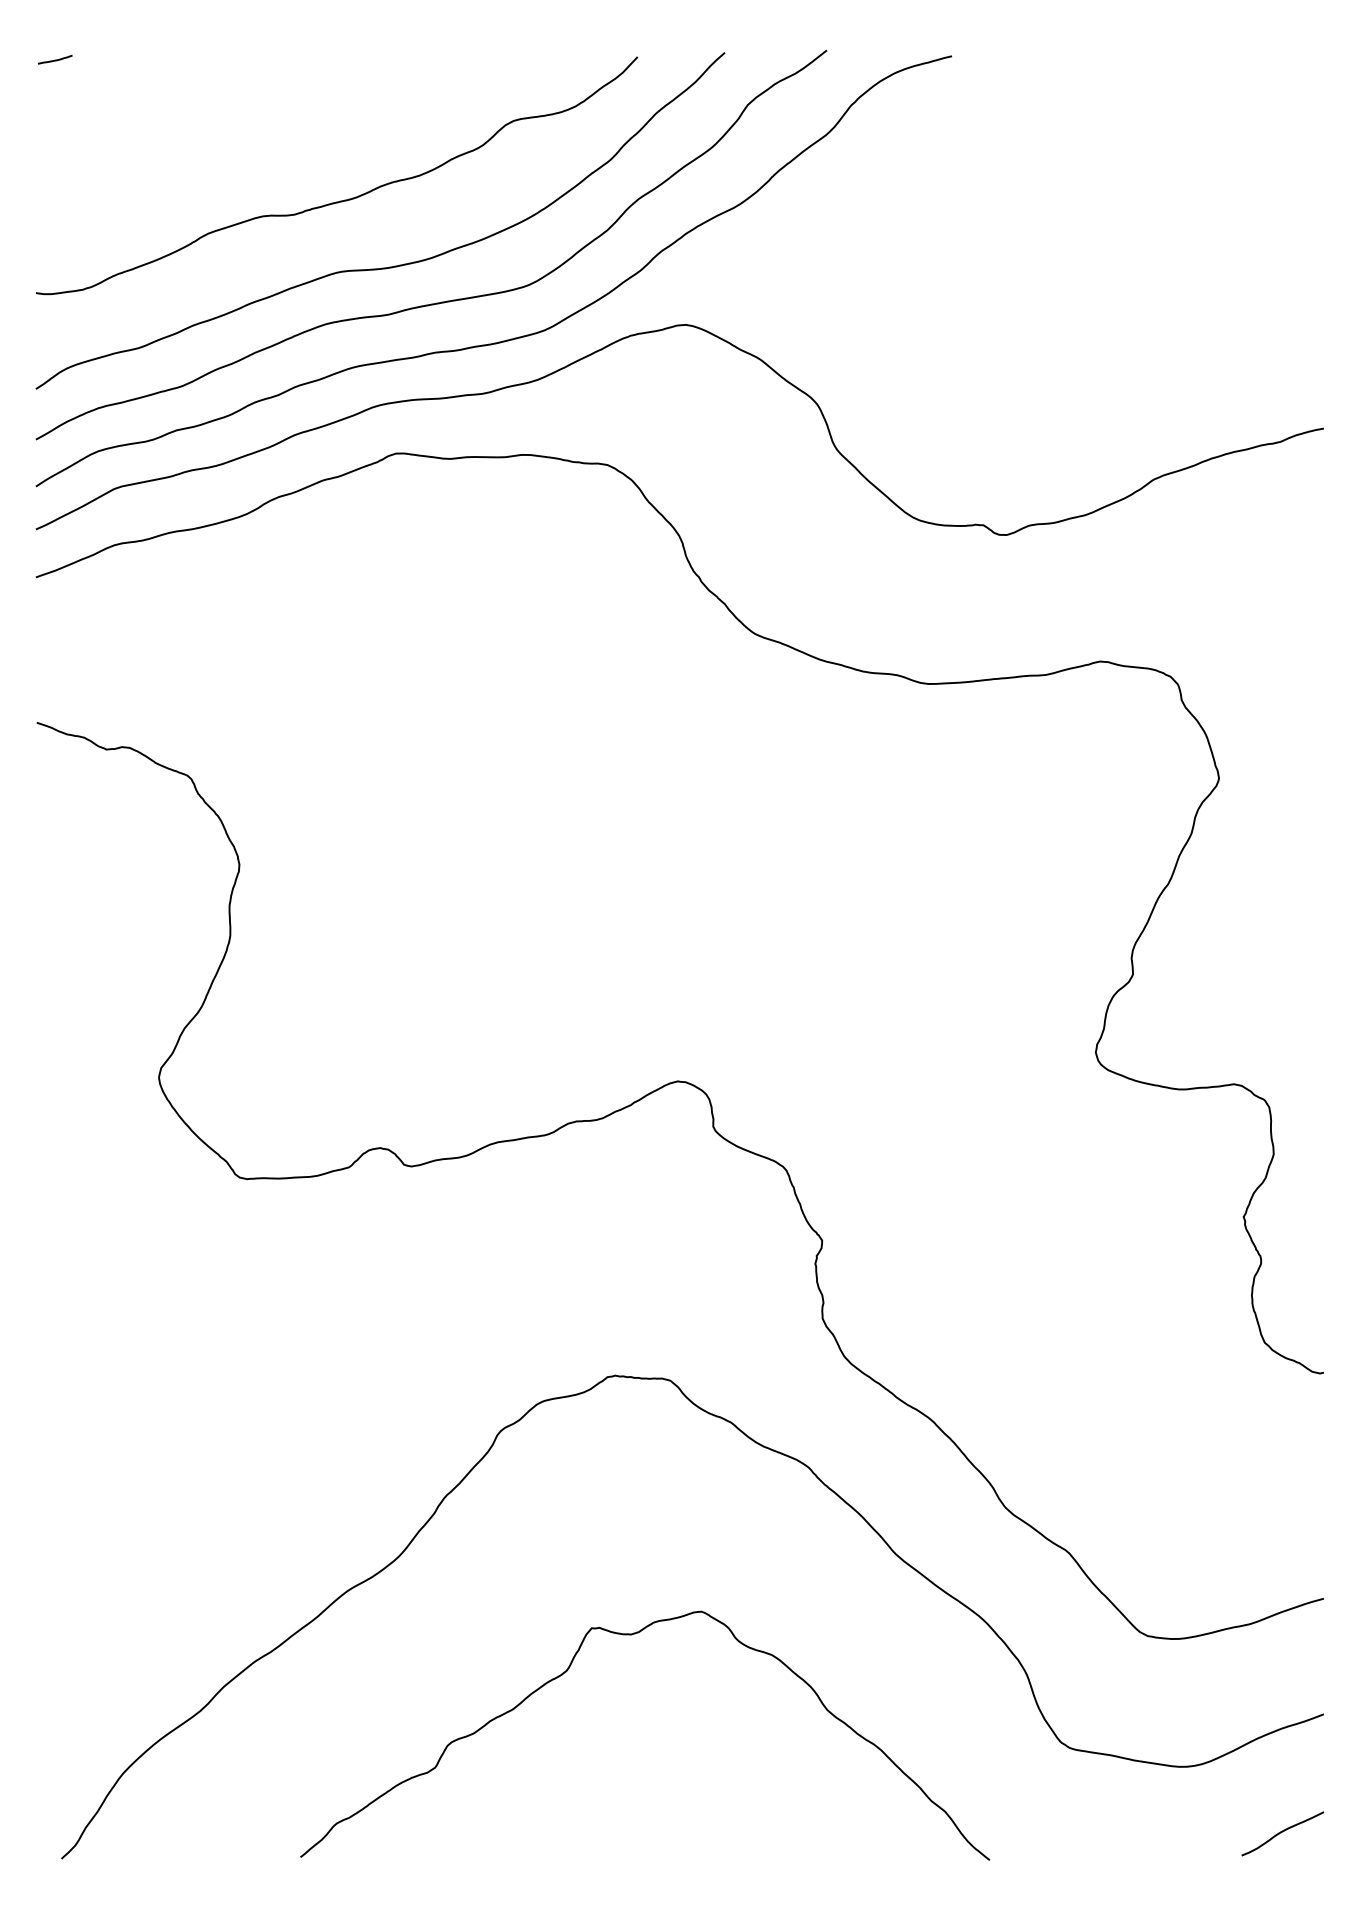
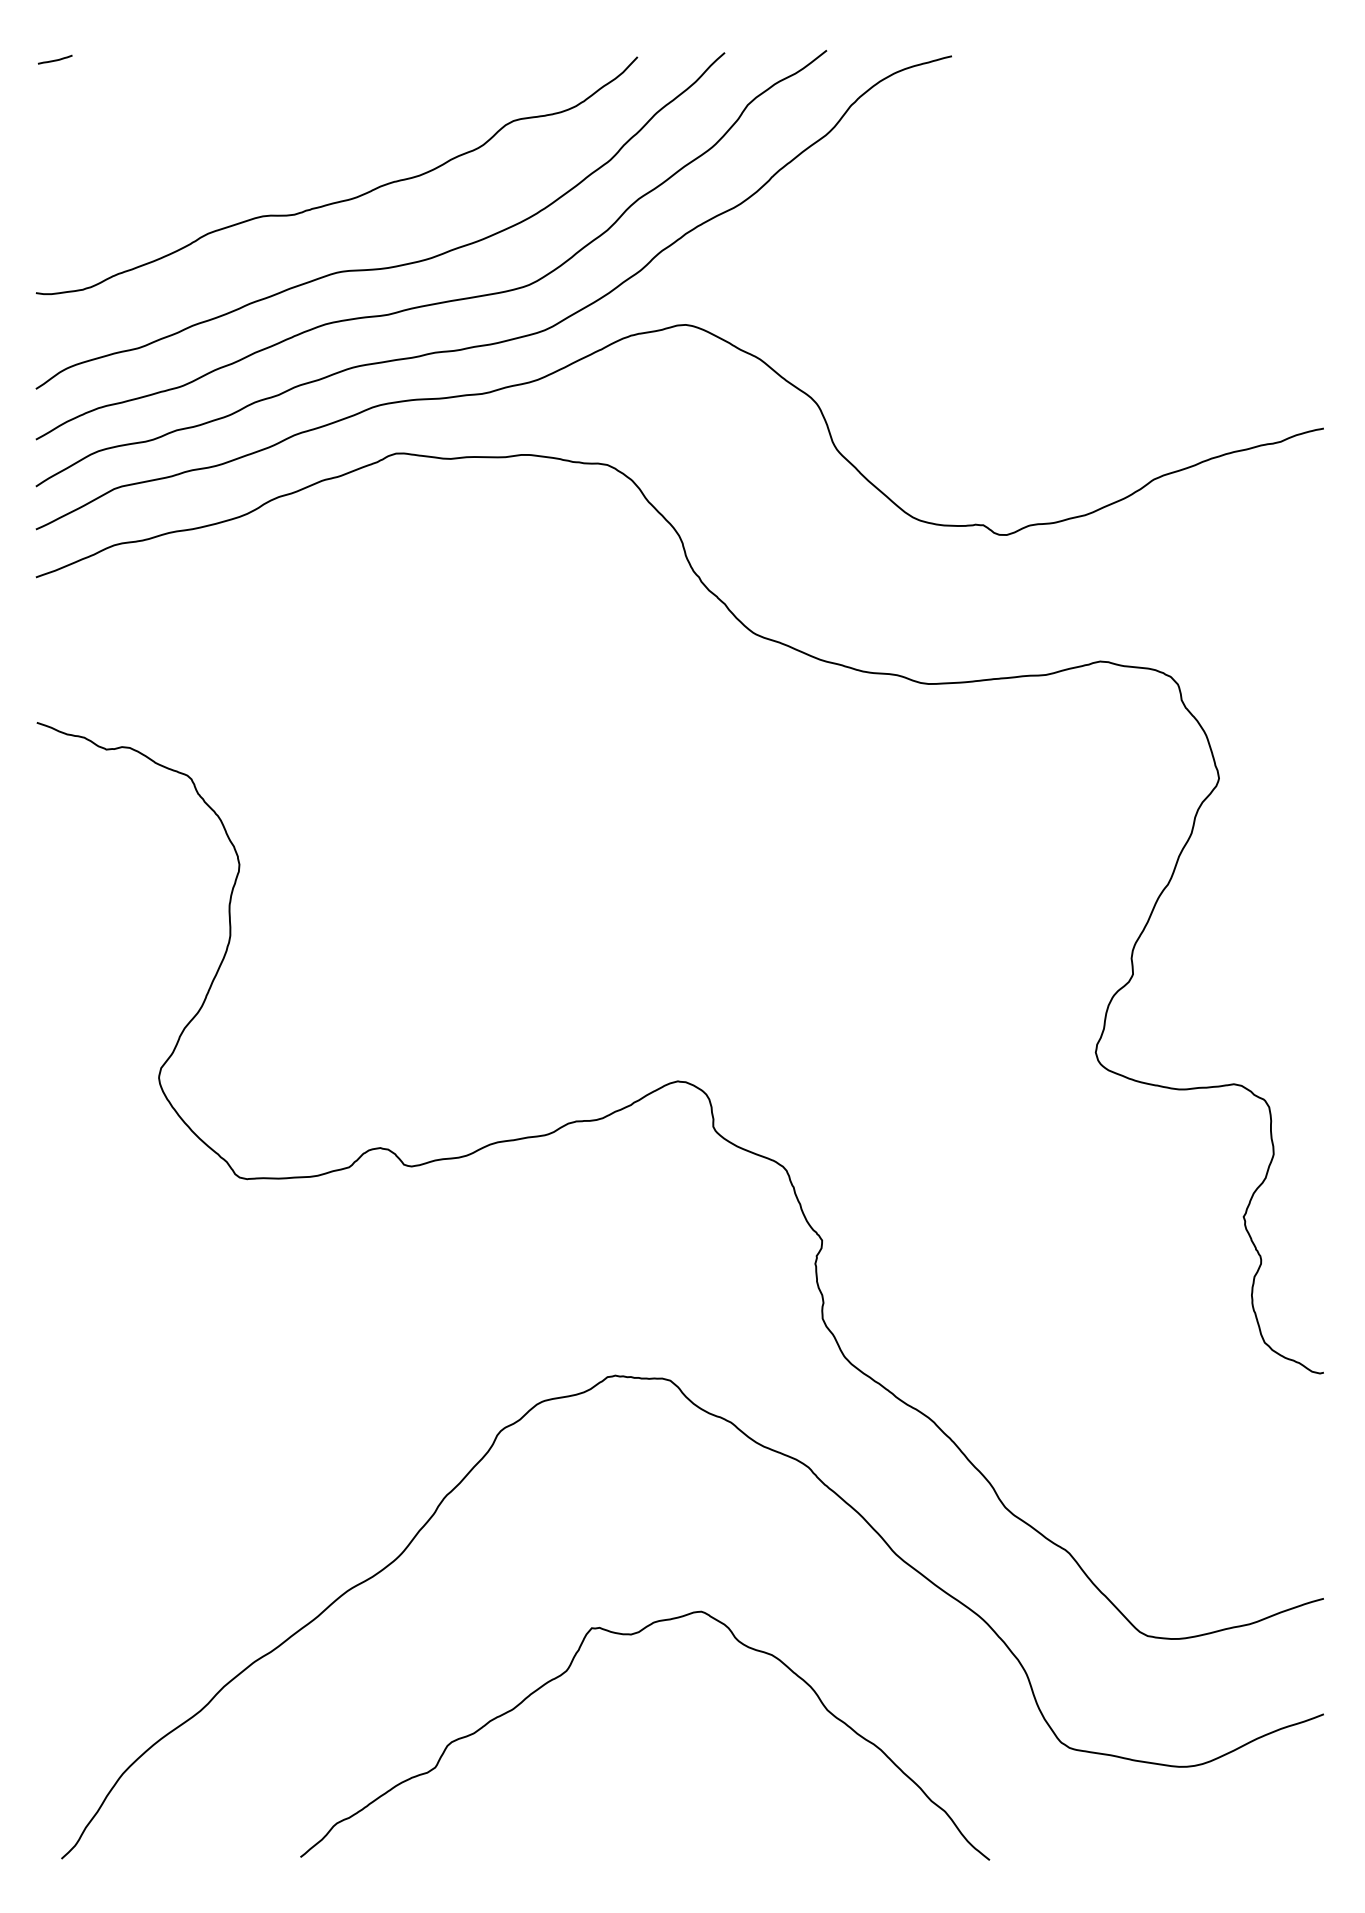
curve at (1282, 1832): present -> none
